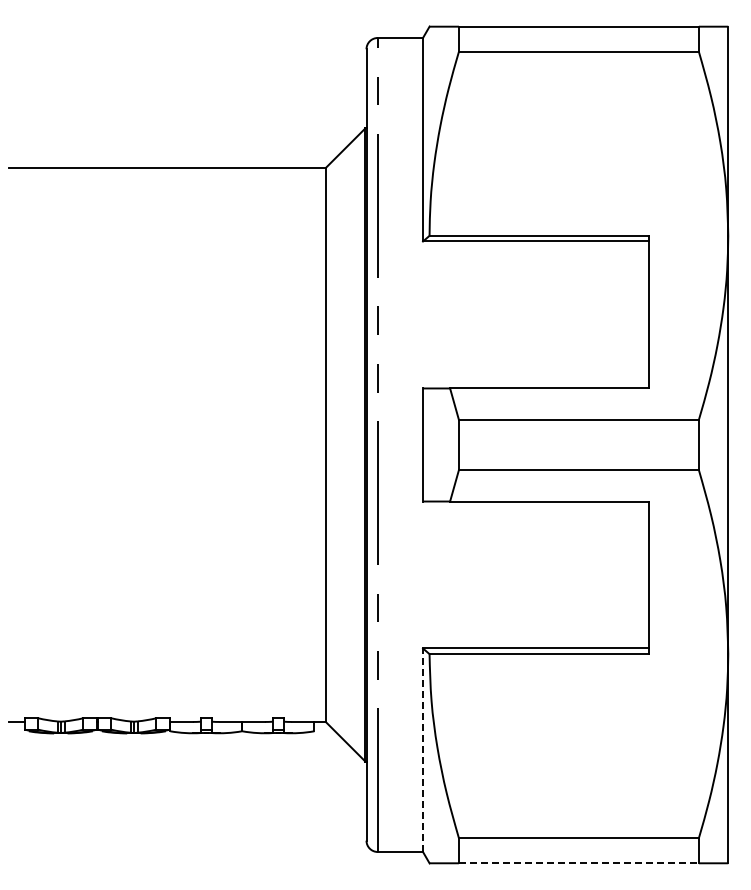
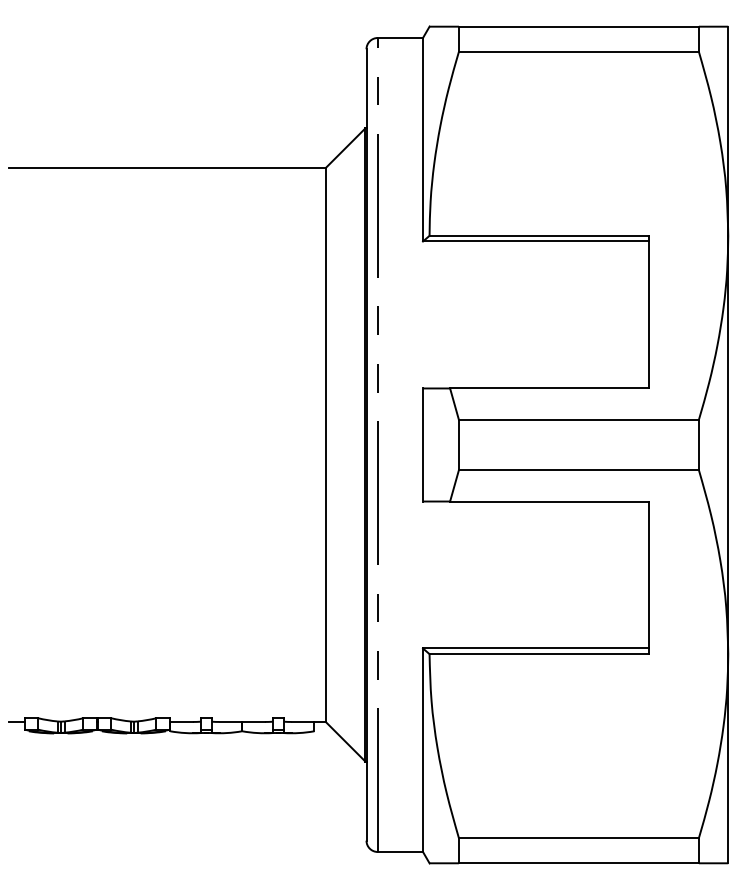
line at (423, 750): dashed -> solid
line at (578, 863): dashed -> solid
